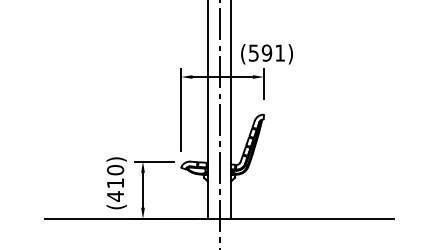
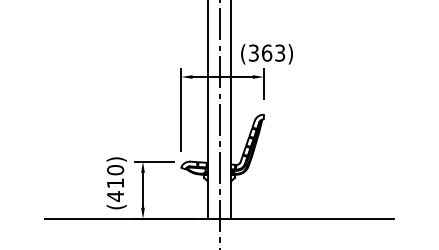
text at (267, 52): (591) -> (363)
